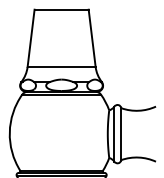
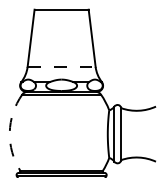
line at (62, 66): solid -> dashed
arc at (9, 132): solid -> dashed
